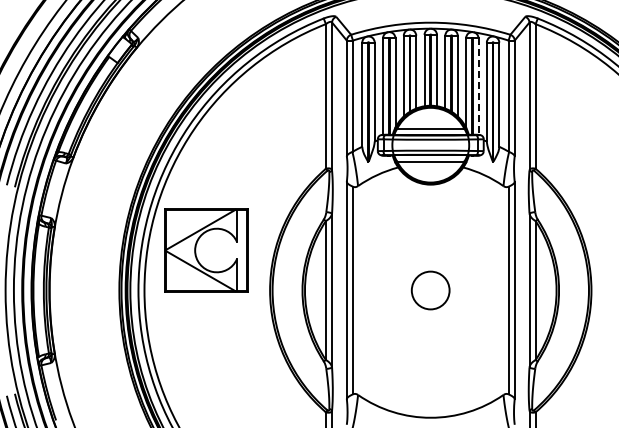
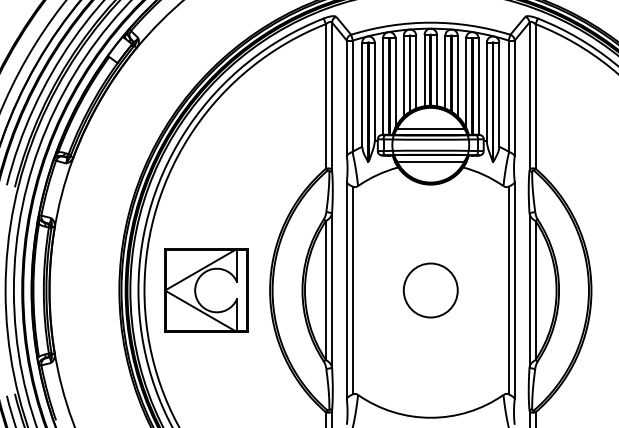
line at (478, 87): dashed -> solid
part at (206, 250) position: (206, 250) -> (206, 290)
circle at (430, 290) size: 41x41 px -> 57x57 px
